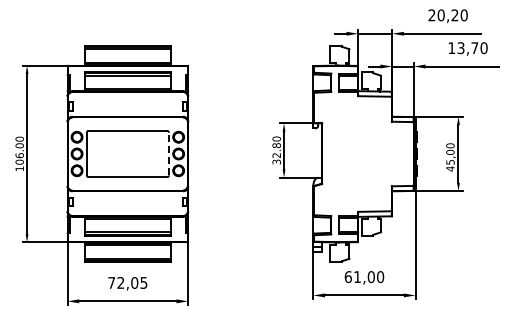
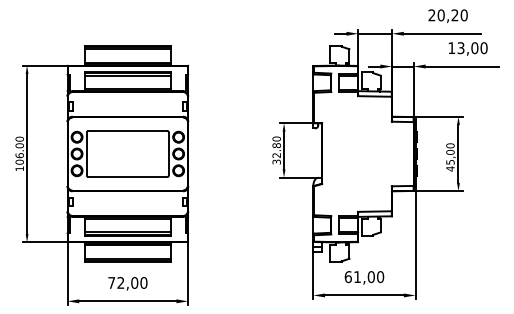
text at (474, 48): 13,70 -> 13,00
line at (168, 153): dashed -> solid
text at (143, 282): 72,05 -> 72,00
